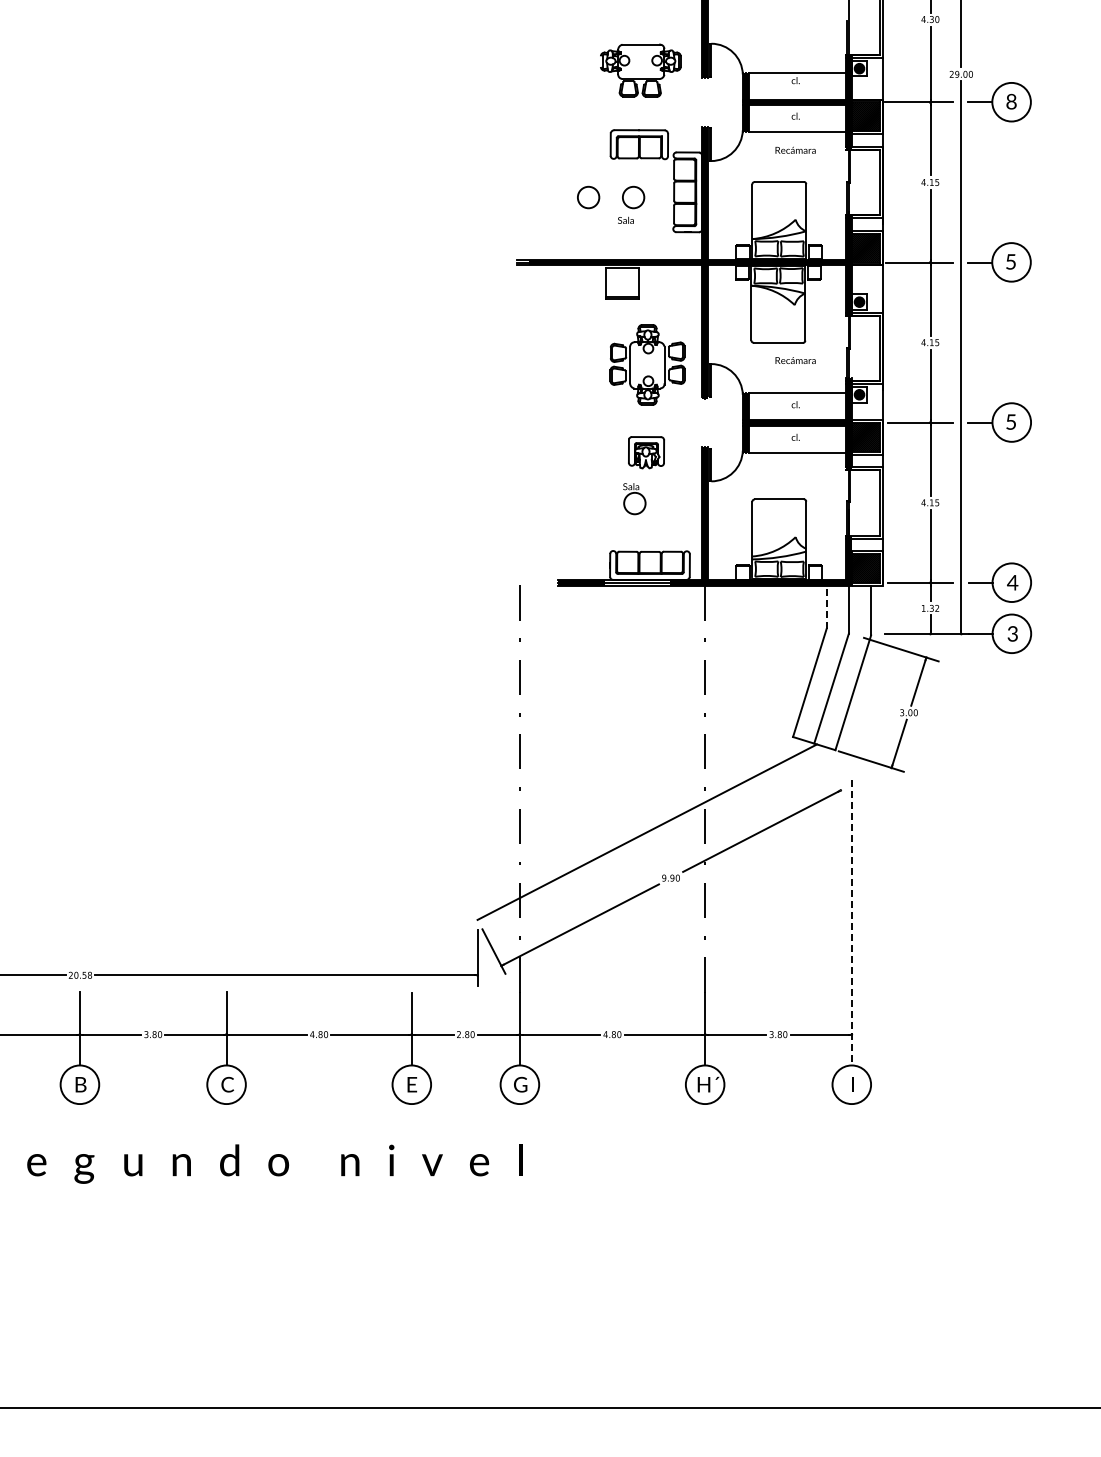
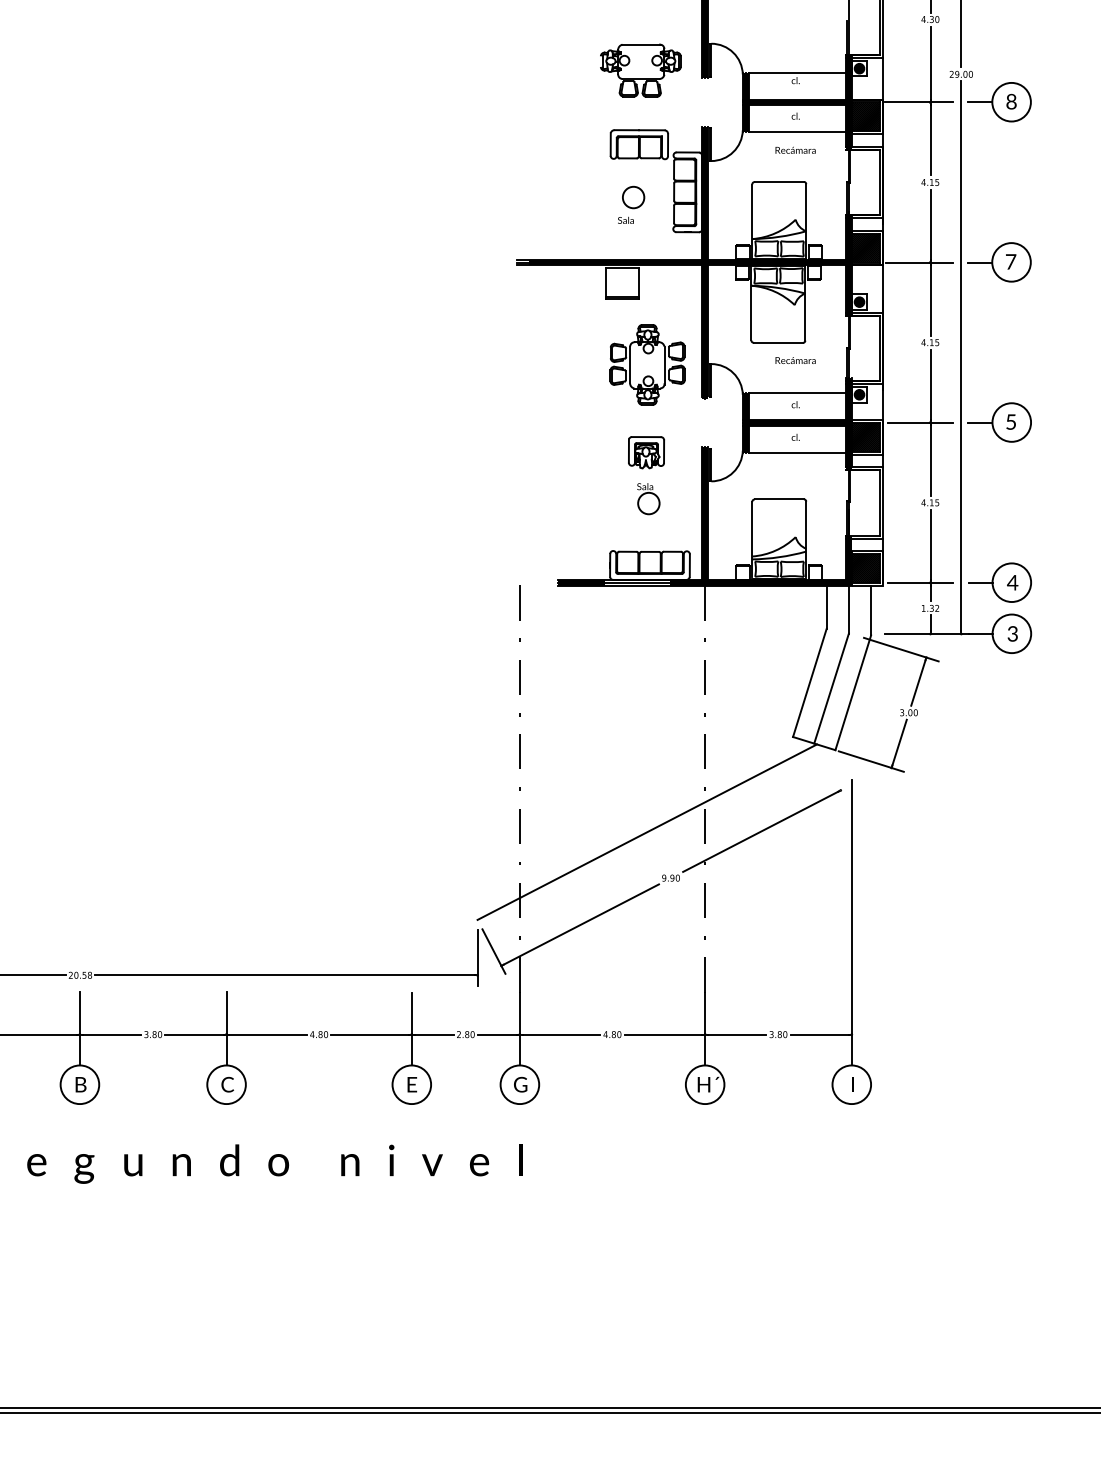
circle at (588, 197): present -> none
text at (1011, 261): 5 -> 7
part at (634, 499) position: (634, 499) -> (648, 499)
line at (826, 606): dashed -> solid
line at (851, 922): dashed -> solid
line at (549, 1413): none -> present
